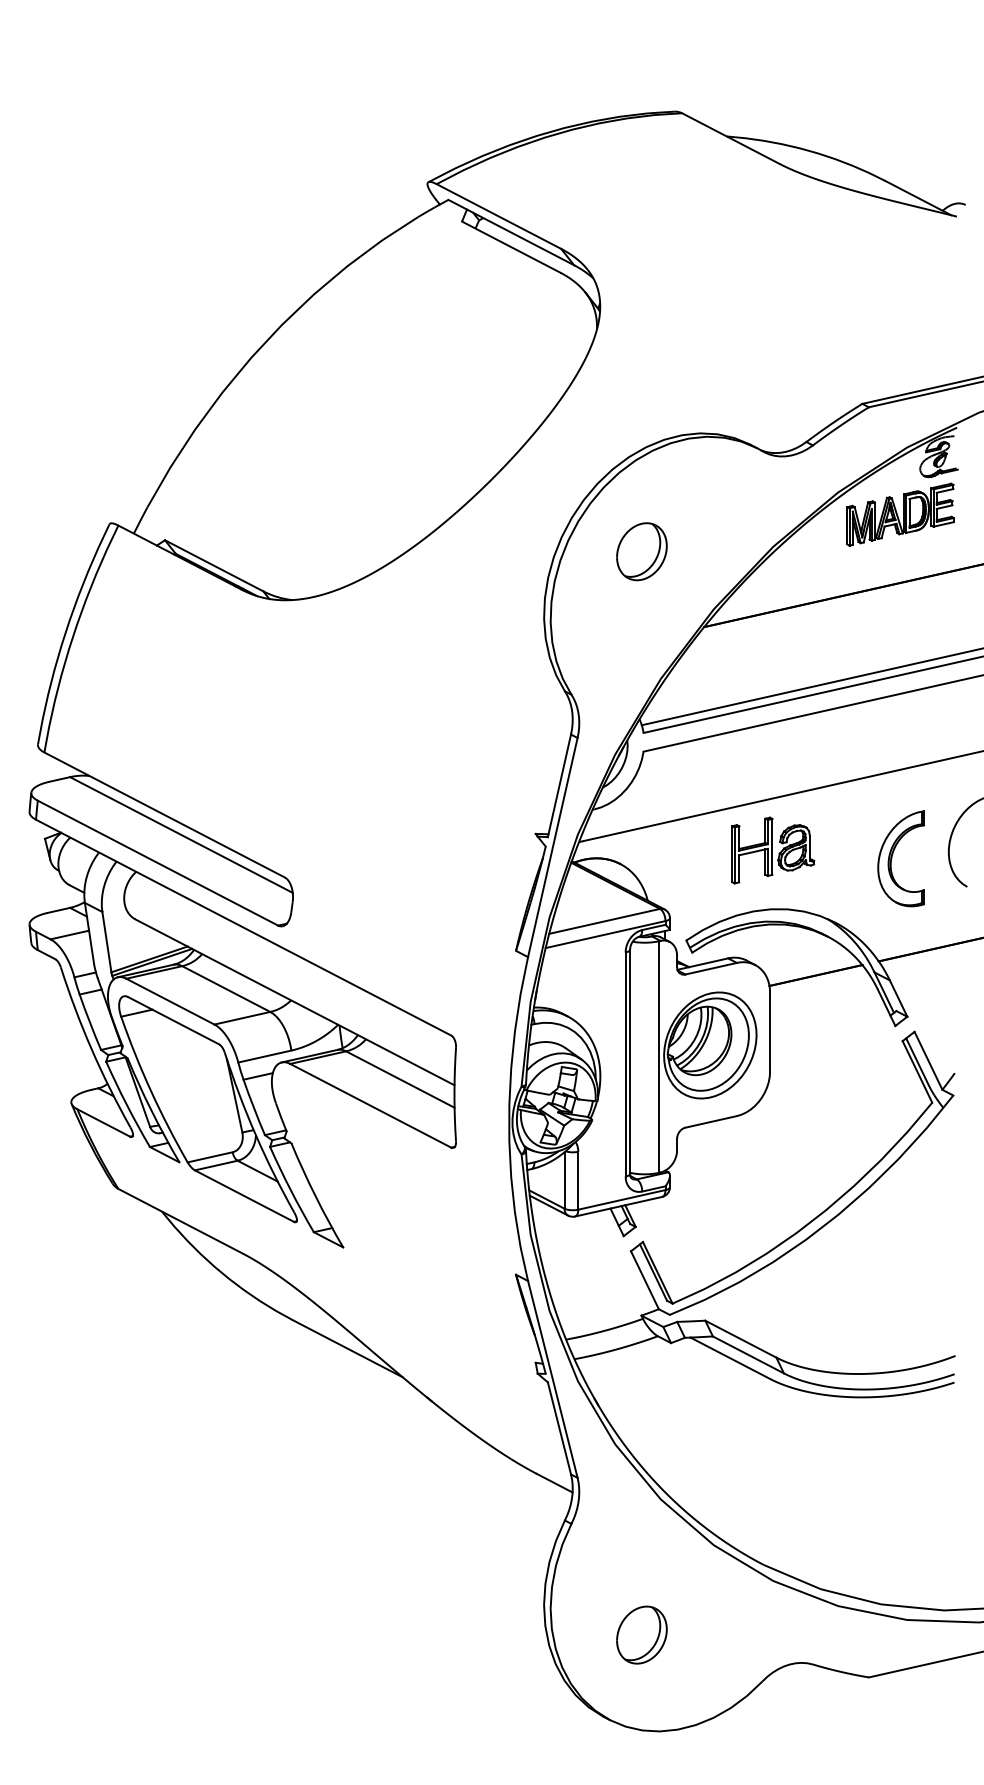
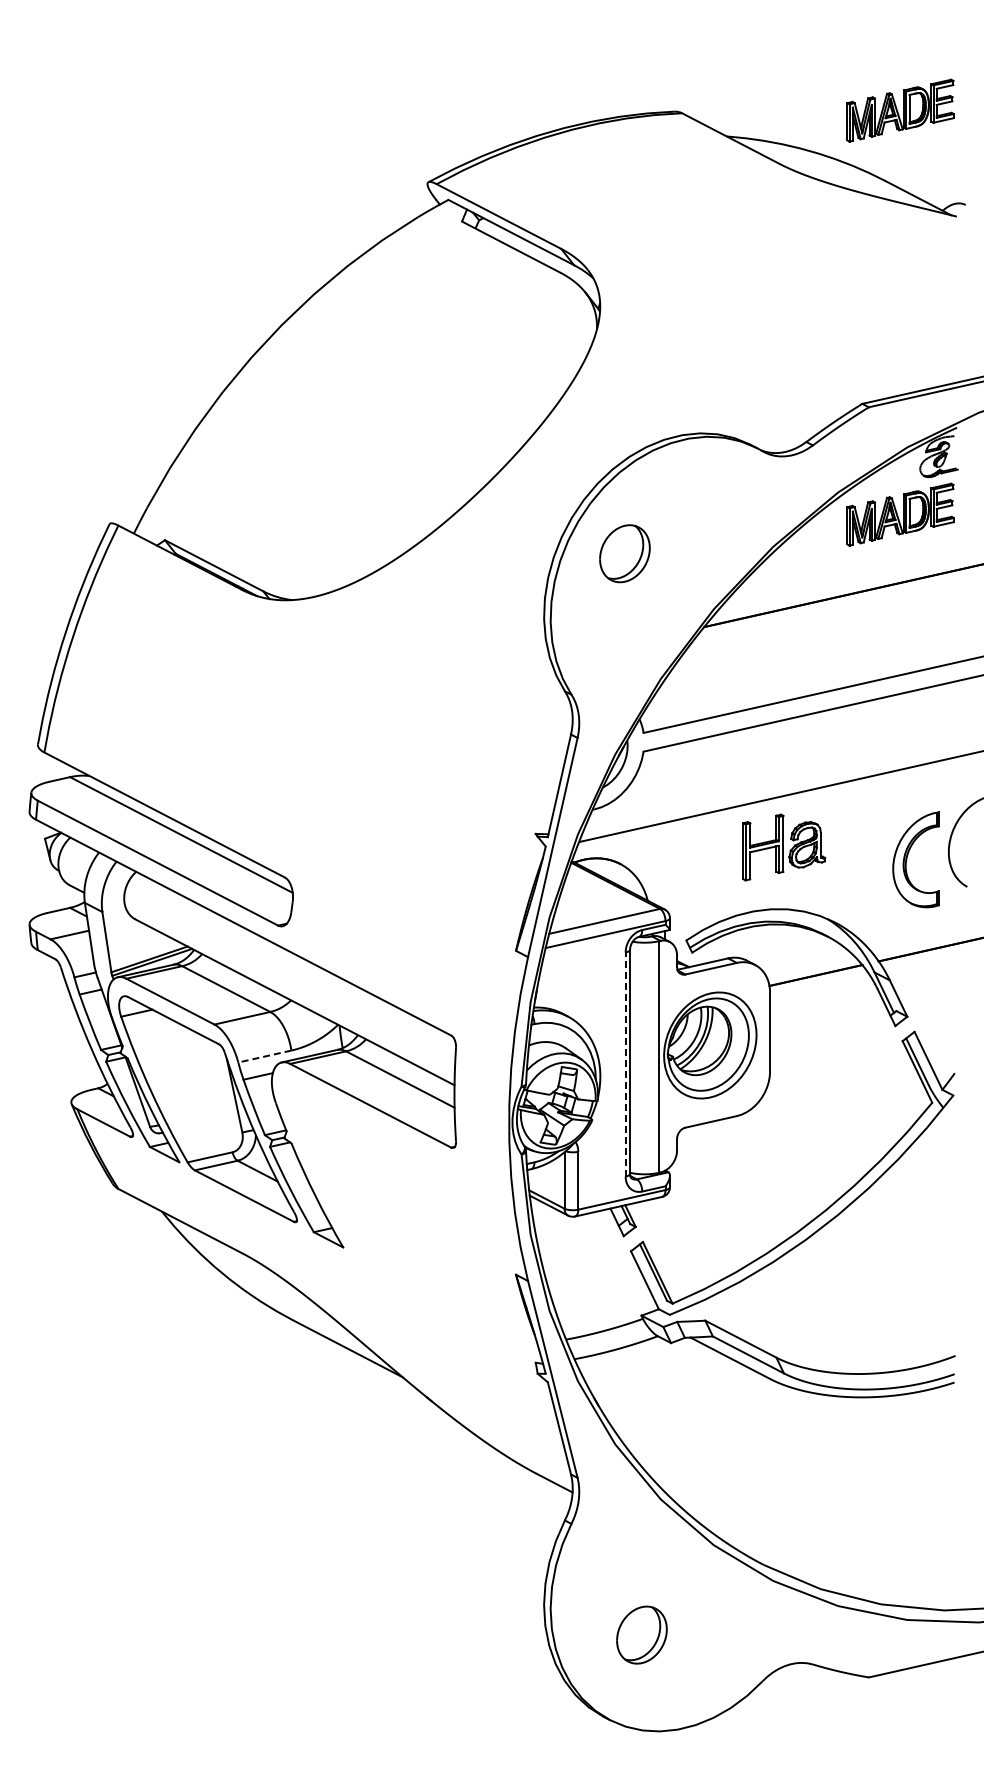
part at (900, 110): none -> present
part at (641, 551) position: (641, 551) -> (624, 553)
line at (810, 687): present -> none
part at (773, 850) position: (773, 850) -> (784, 847)
part at (892, 858) position: (892, 858) -> (907, 859)
line at (264, 1056): solid -> dashed
line at (625, 1064): solid -> dashed
